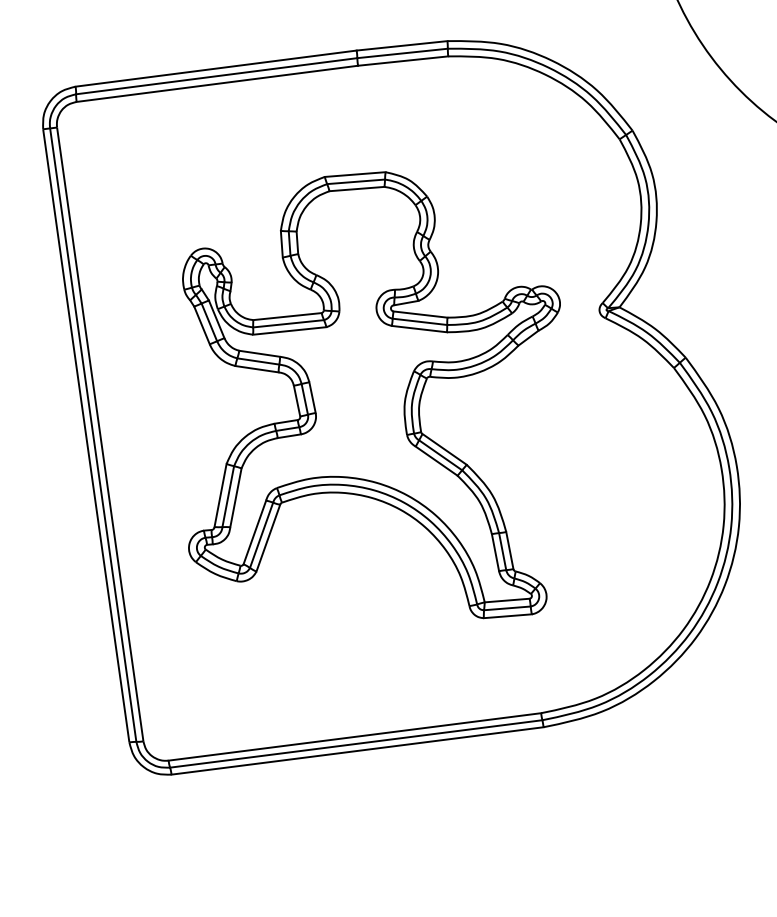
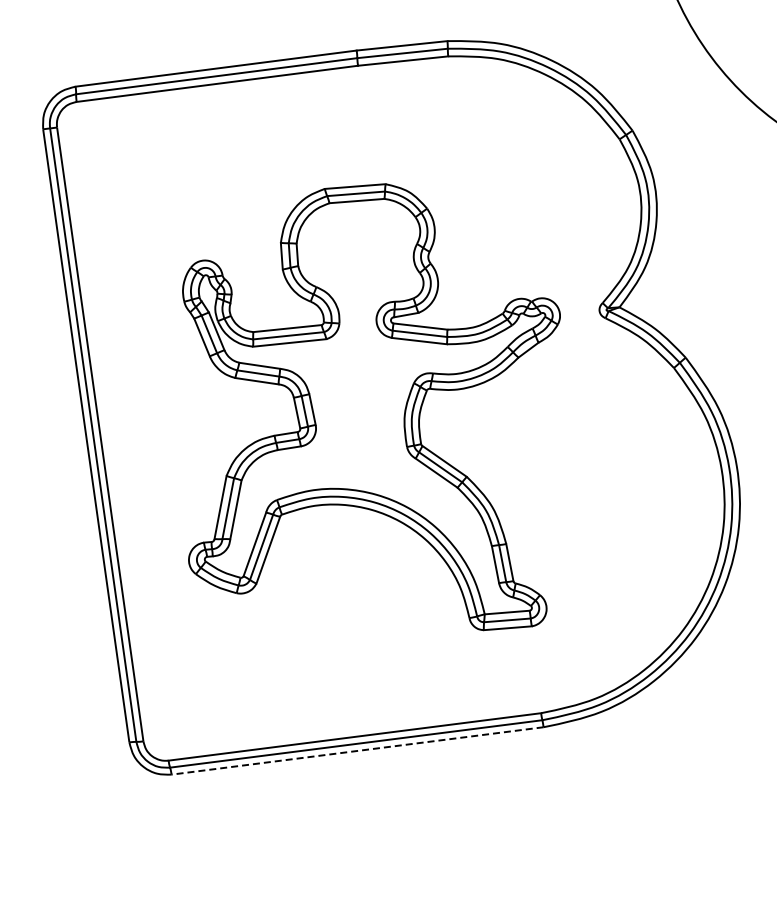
part at (371, 395) position: (371, 395) -> (371, 407)
line at (357, 750): solid -> dashed
